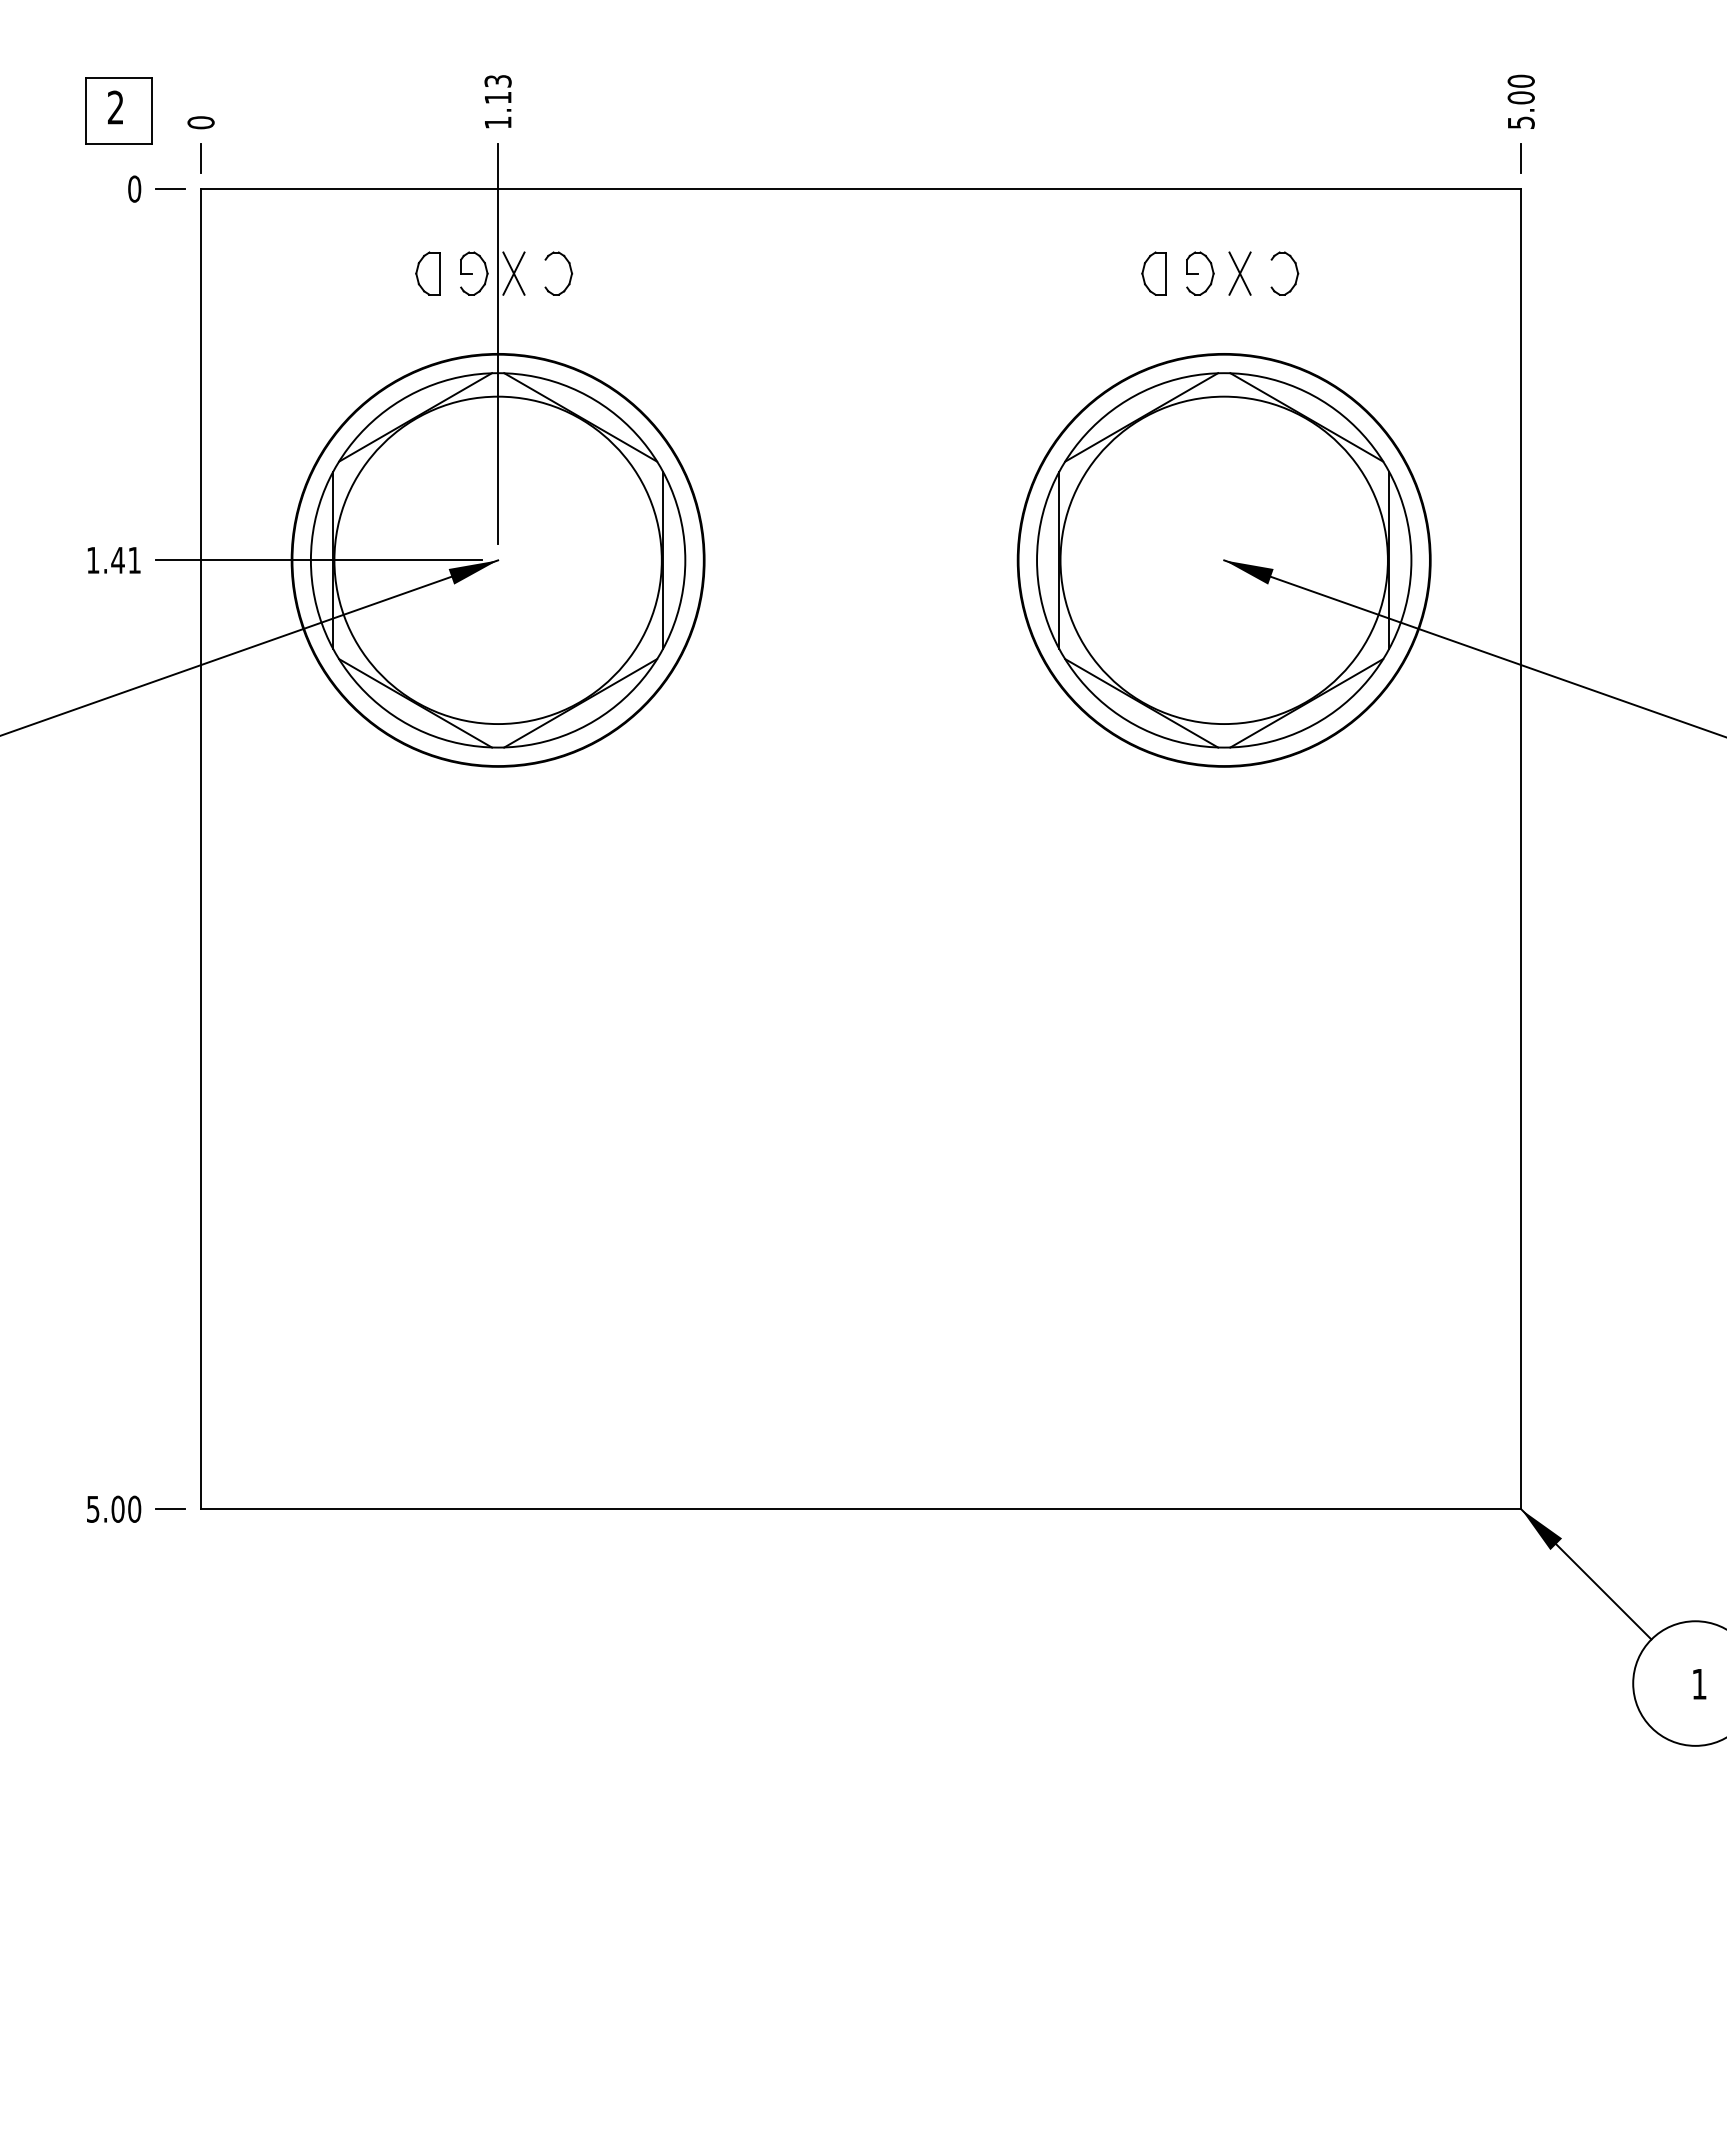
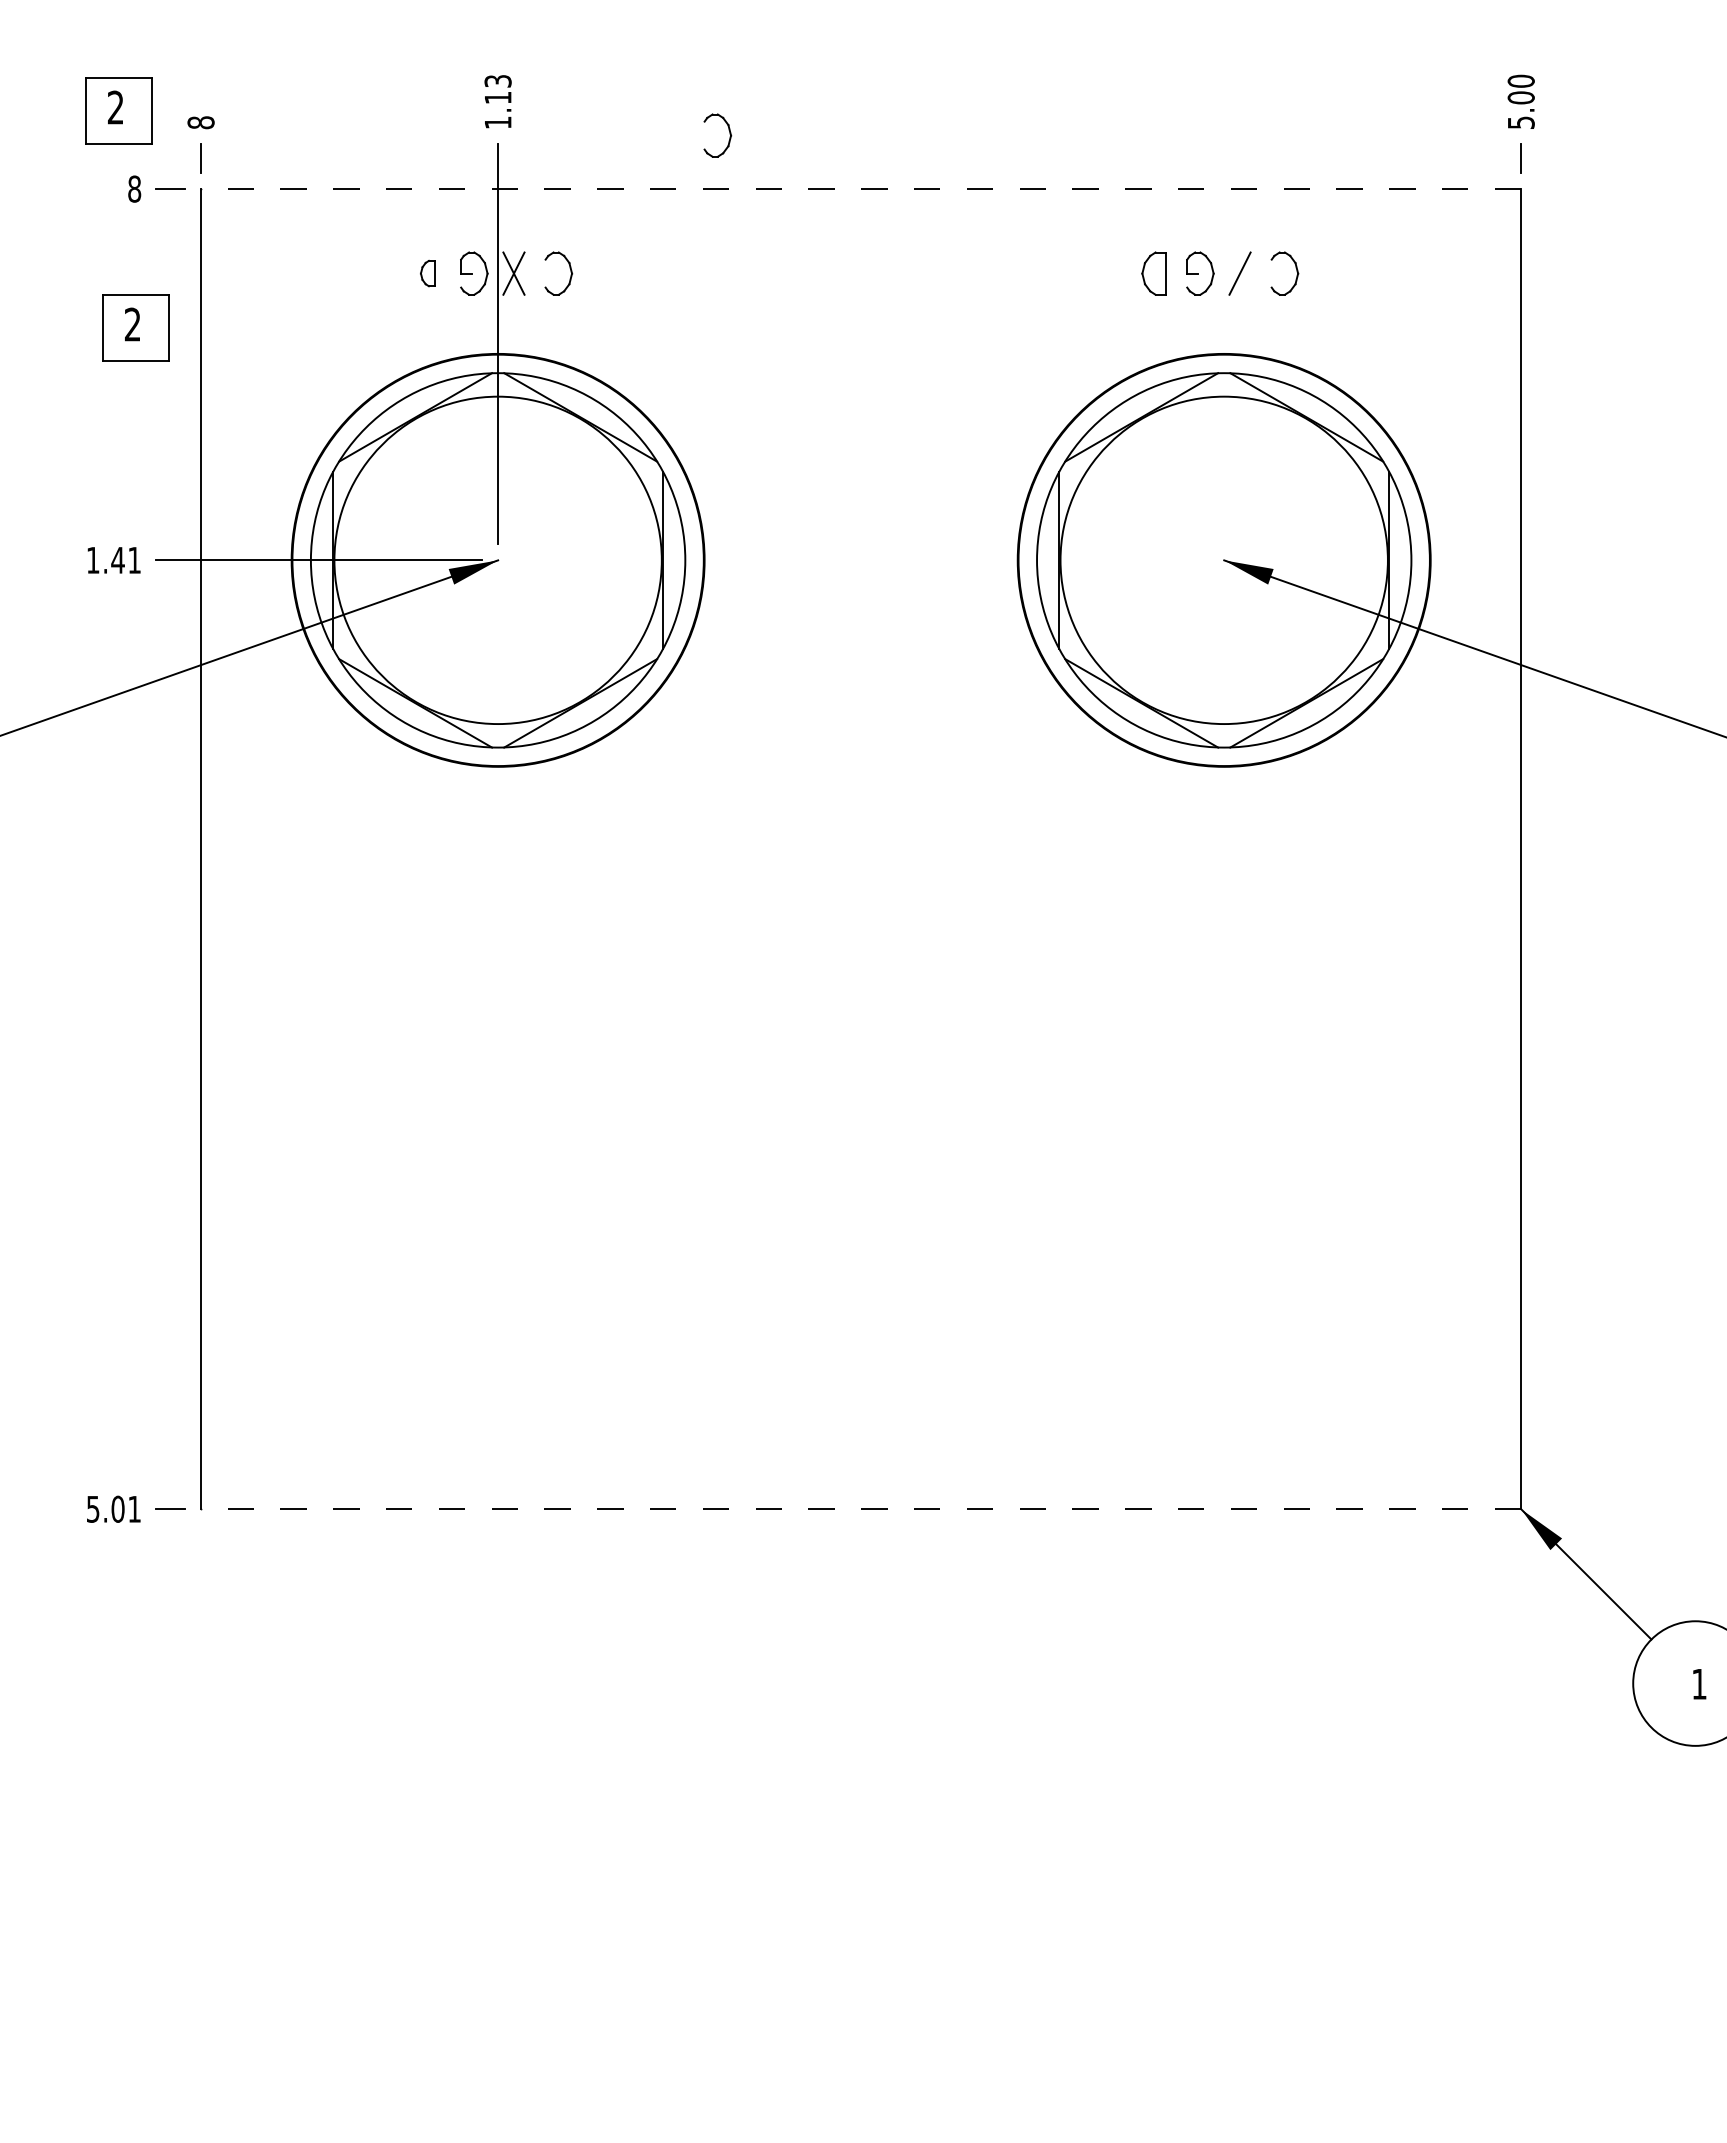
text at (200, 122): 0 -> 8
part at (729, 134): none -> present
text at (134, 188): 0 -> 8
line at (860, 189): solid -> dashed
part at (427, 273) size: 26x45 px -> 16x29 px
line at (1239, 273): present -> none
part at (135, 327): none -> present
text at (134, 1508): 5.00 -> 5.01
line at (860, 1509): solid -> dashed
